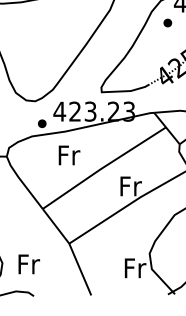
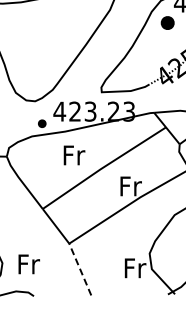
part at (167, 22) size: 10x10 px -> 15x14 px
text at (69, 155) position: (69, 155) -> (74, 155)
line at (80, 269): solid -> dashed
